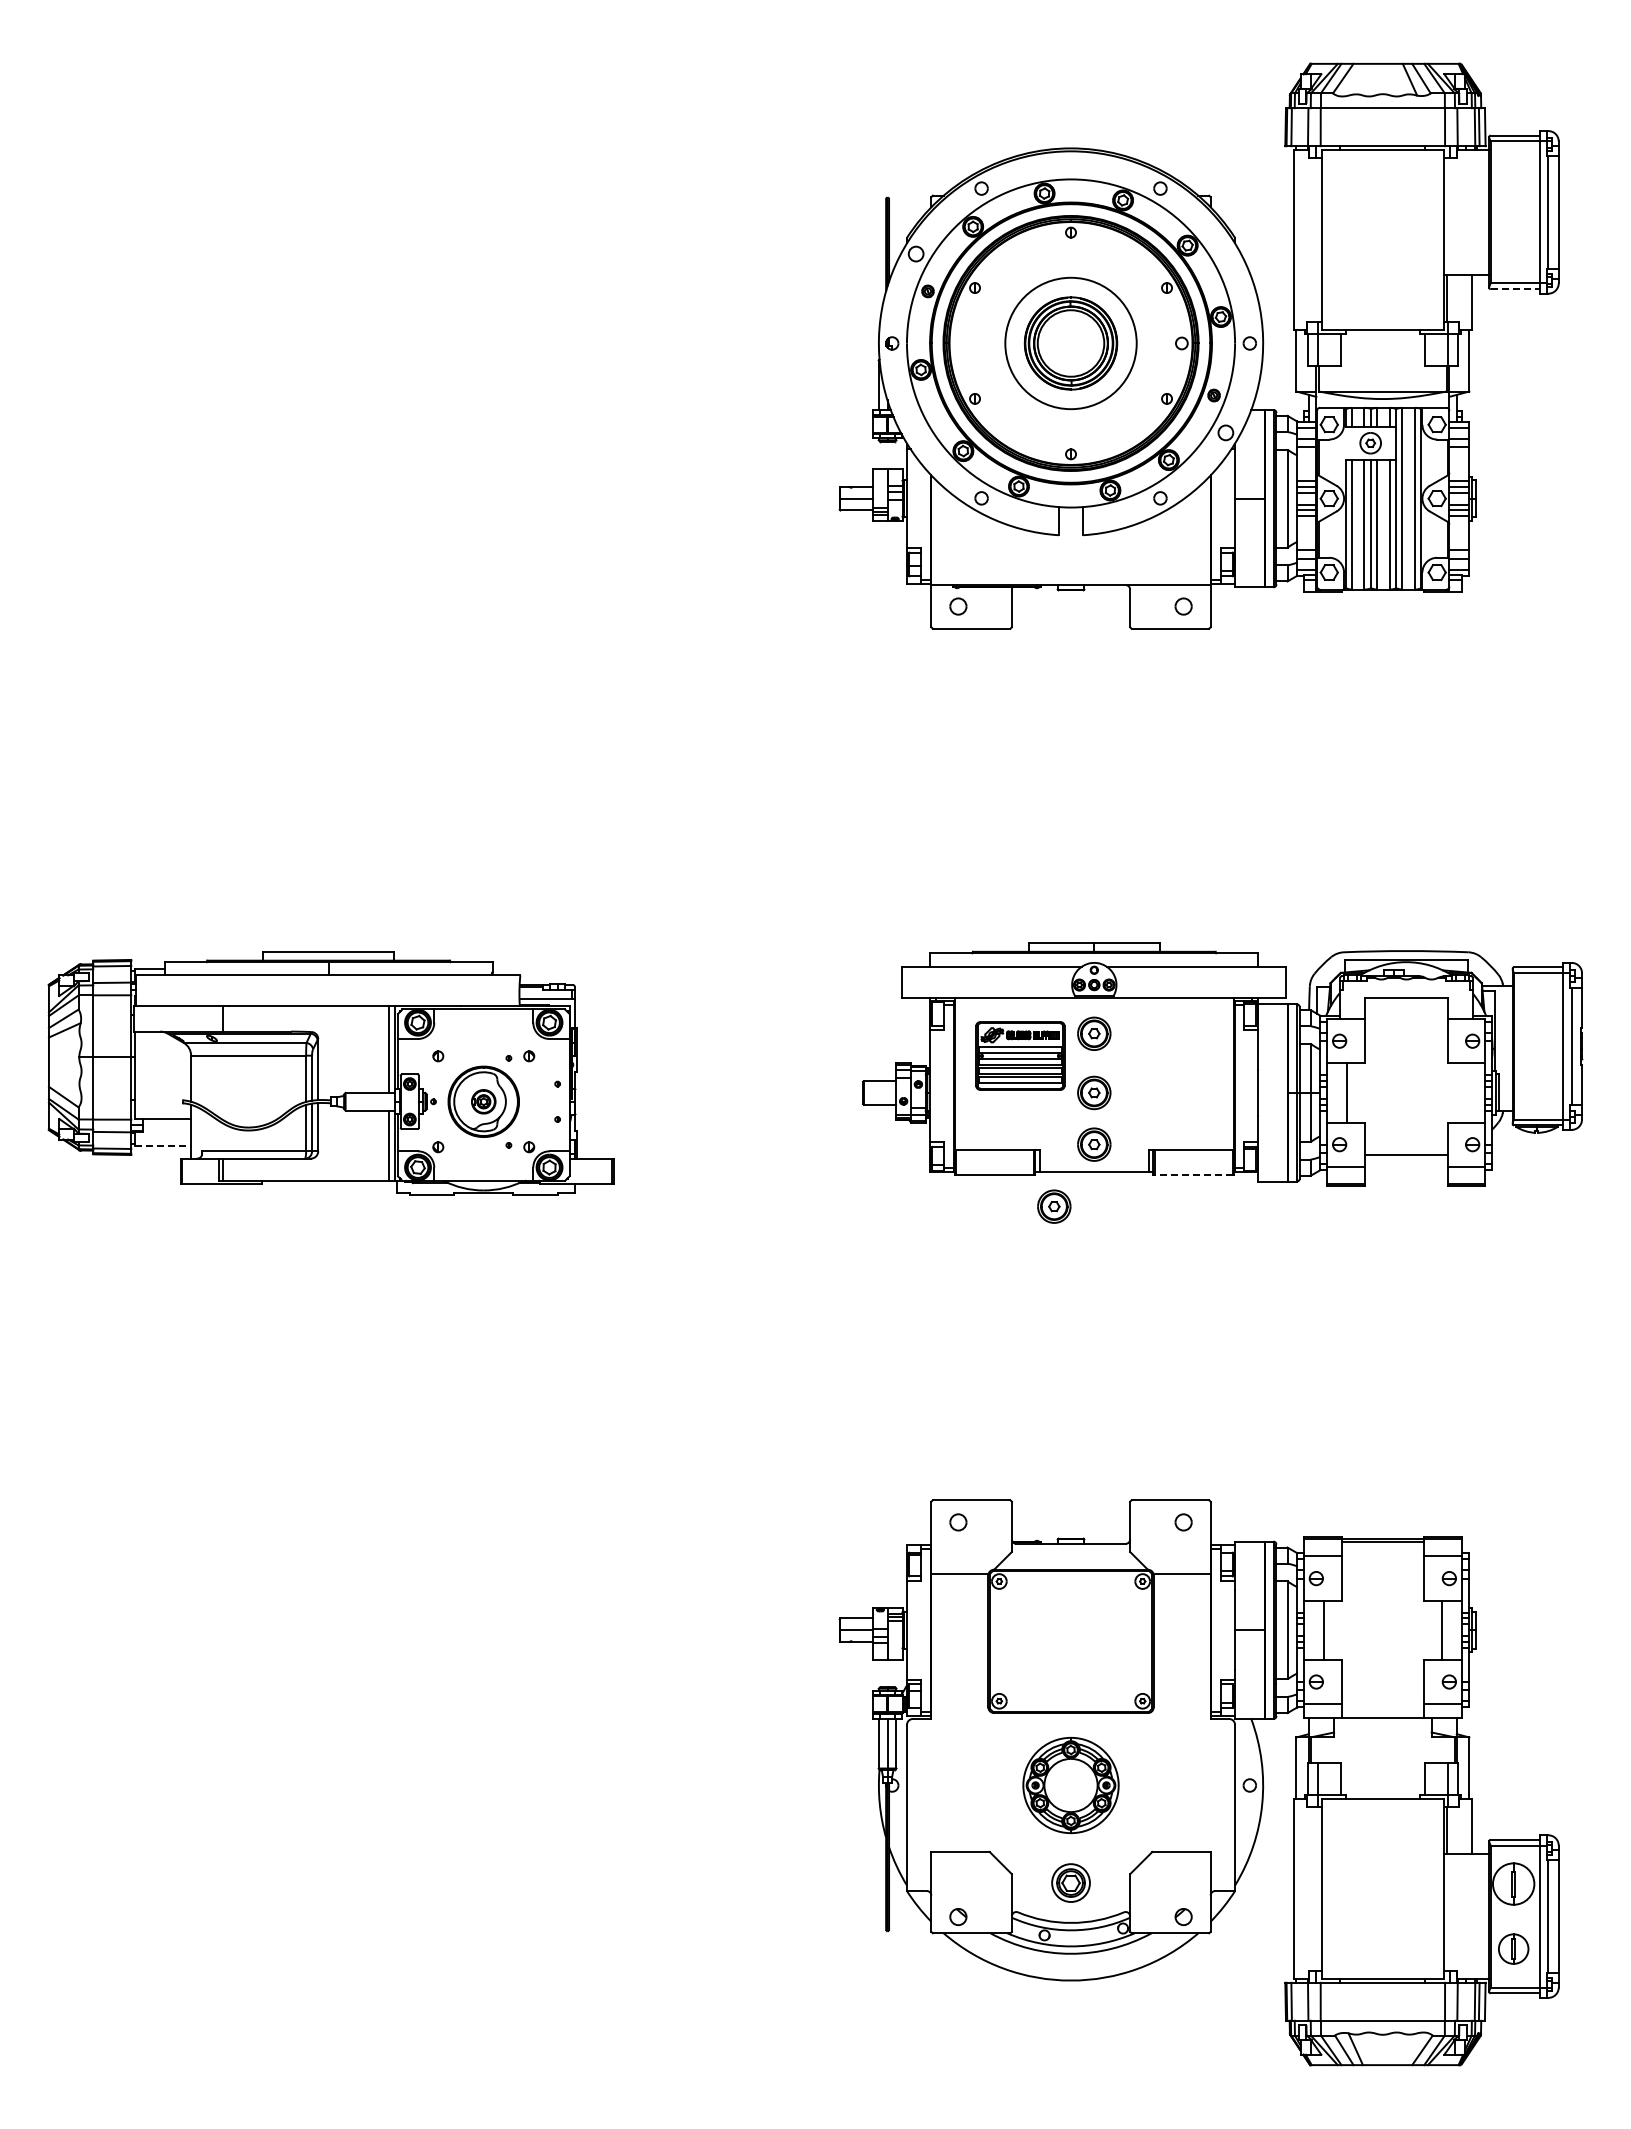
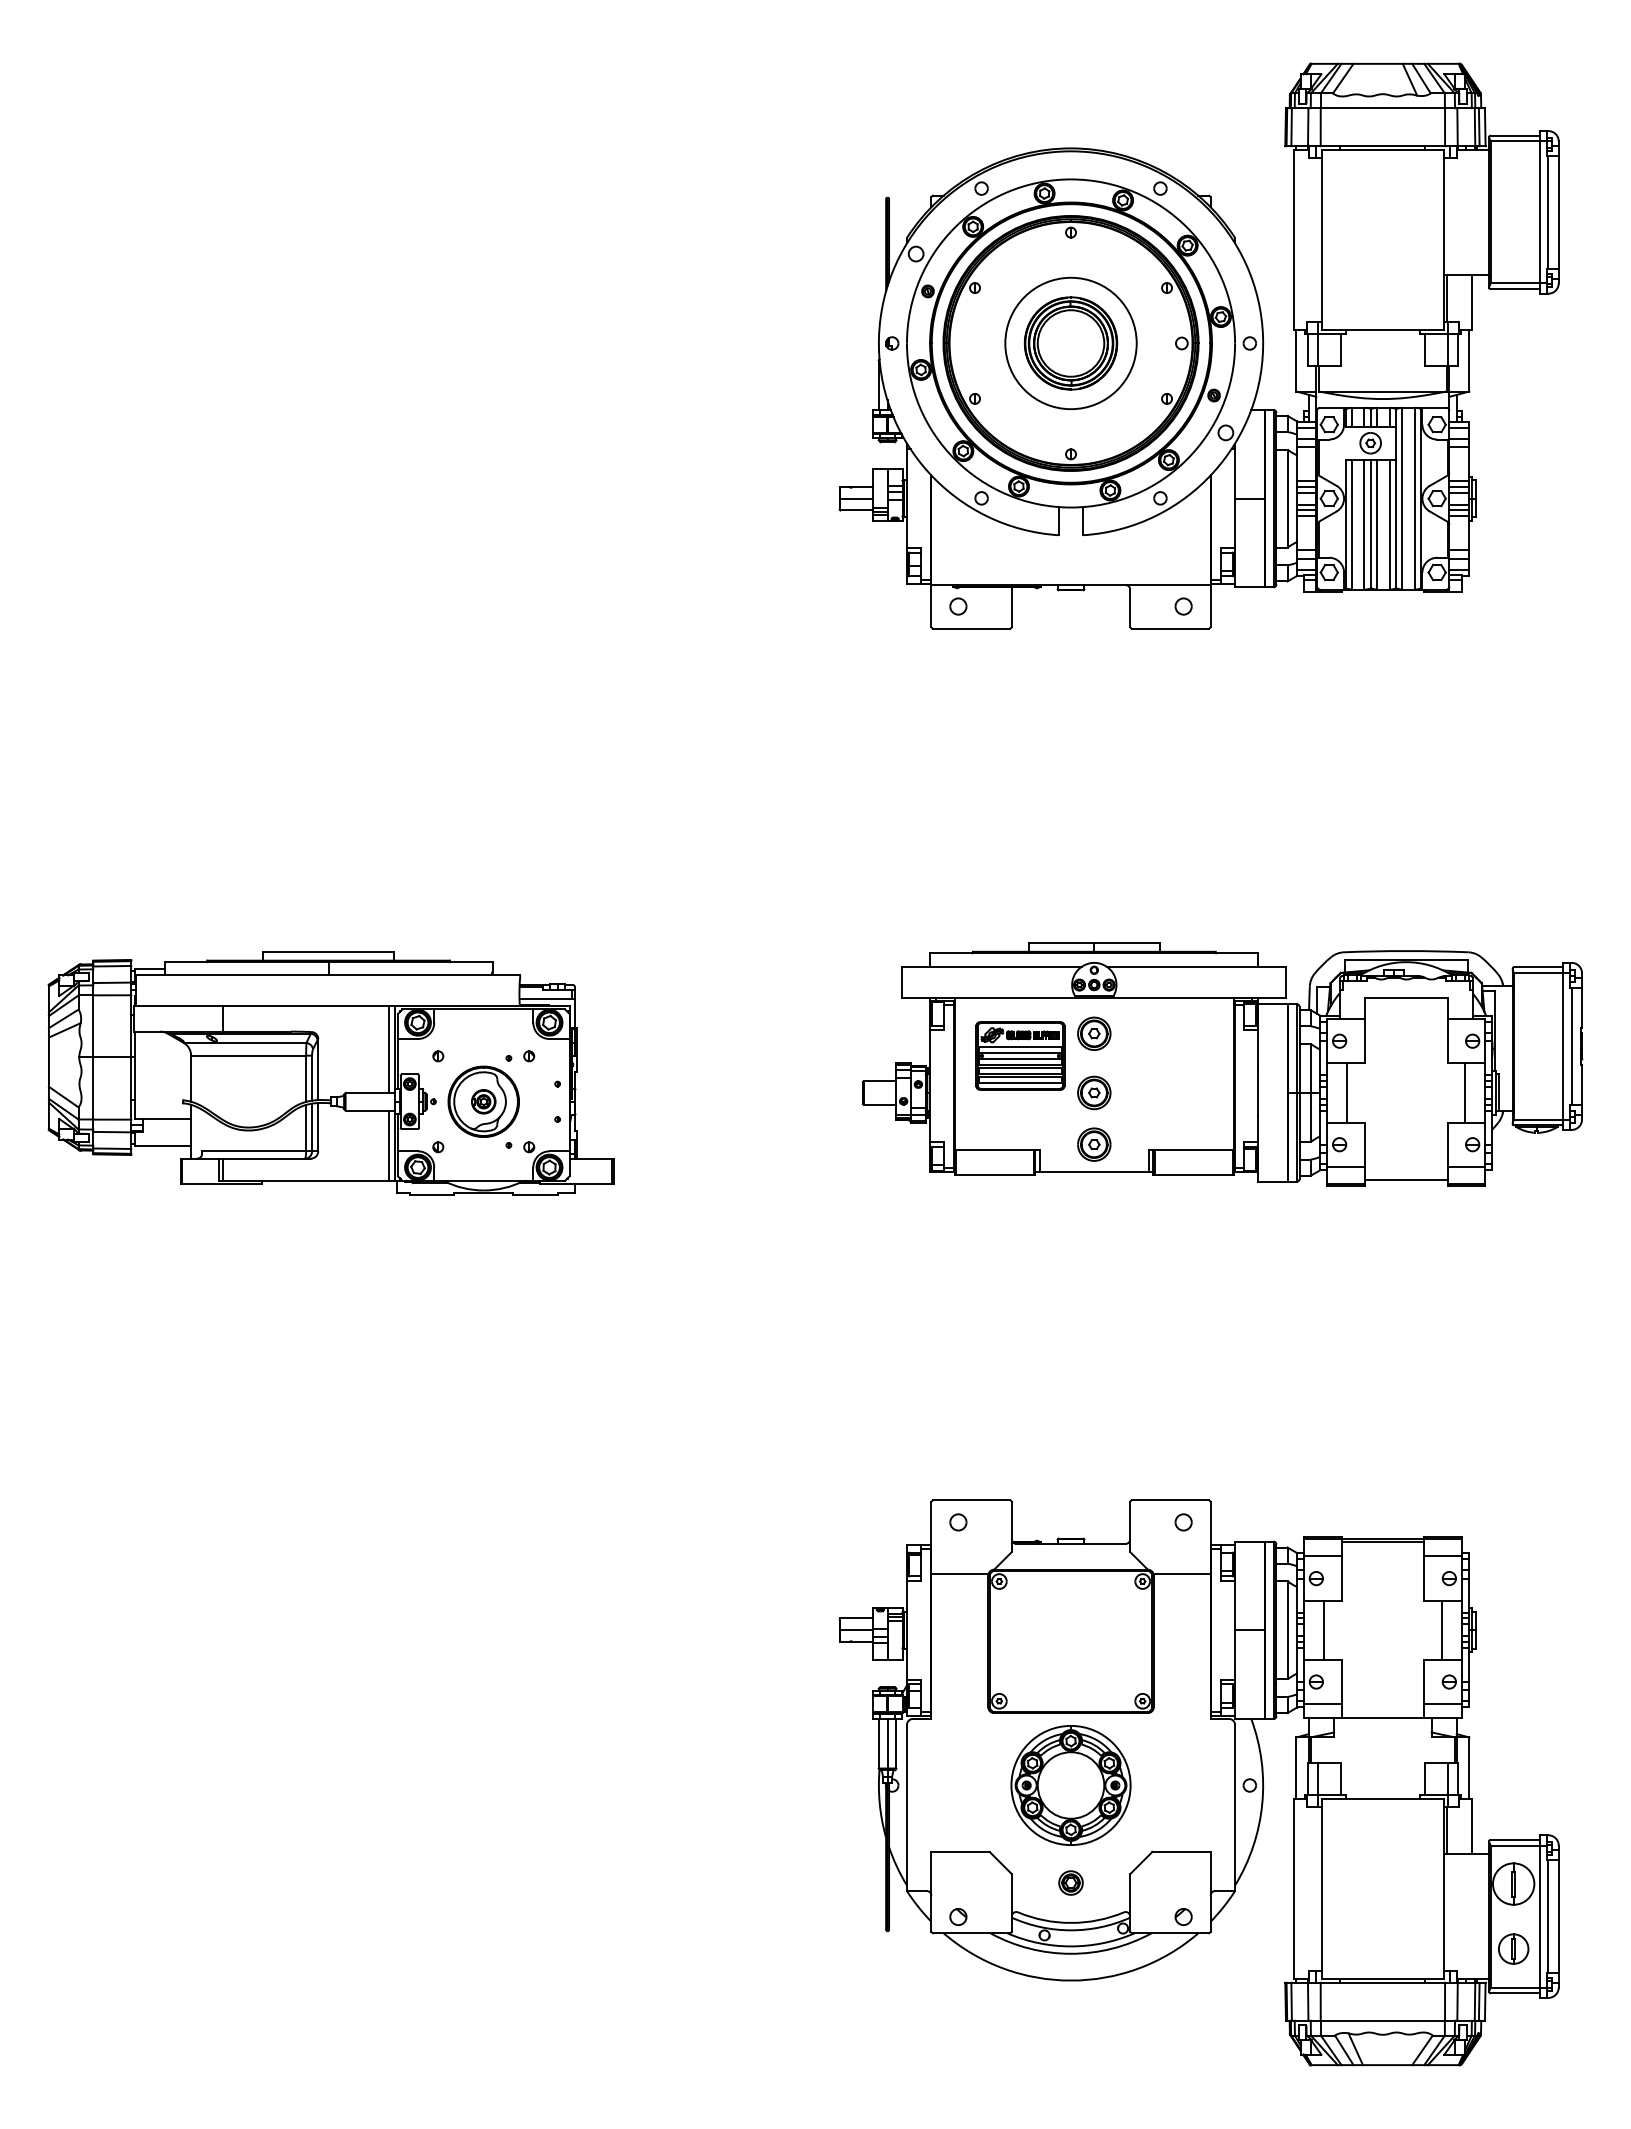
line at (1515, 289): dashed -> solid
line at (1465, 1092): none -> present
line at (163, 1146): dashed -> solid
line at (1405, 1155) position: (1405, 1155) -> (1405, 1180)
line at (1193, 1174): dashed -> solid
part at (1054, 1206): present -> none
part at (1070, 1785) size: 98x98 px -> 122x121 px
part at (1070, 1882) size: 40x40 px -> 26x26 px
